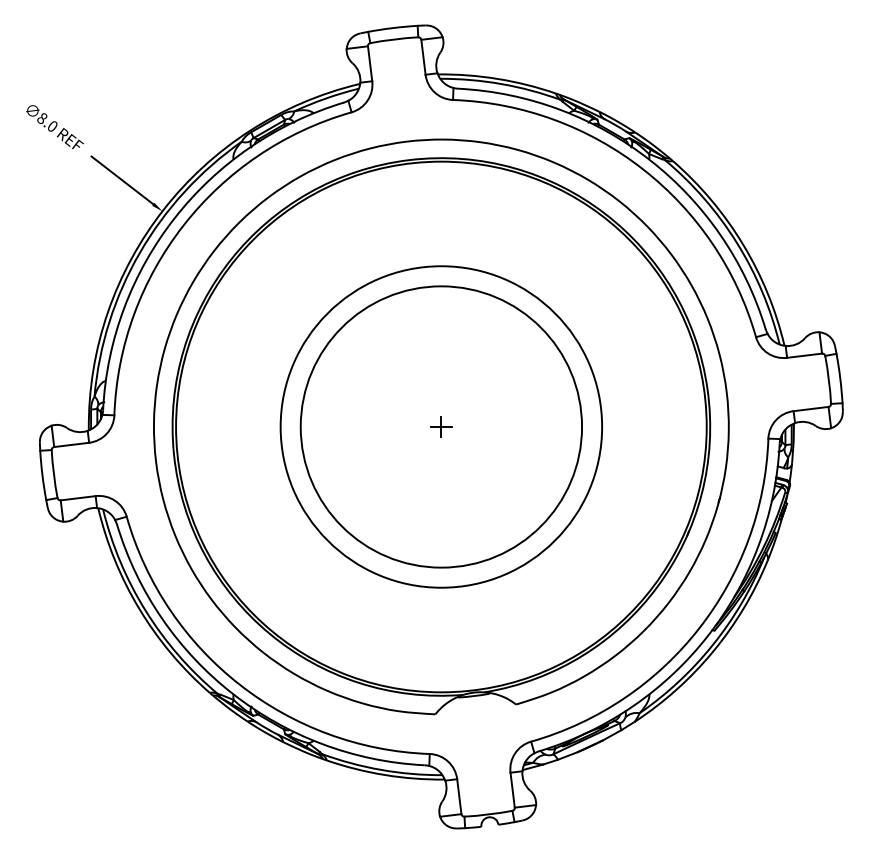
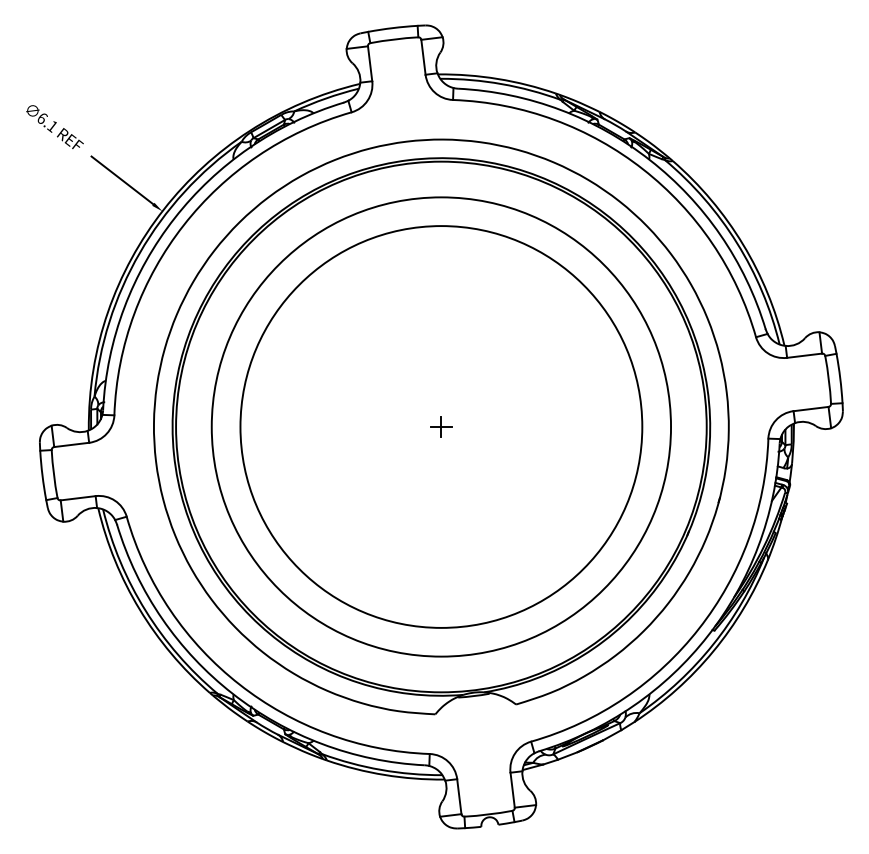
text at (47, 122): 8.0 -> 6.1
circle at (441, 426) diameter: 281 px -> 402 px
circle at (441, 426) diameter: 321 px -> 459 px
